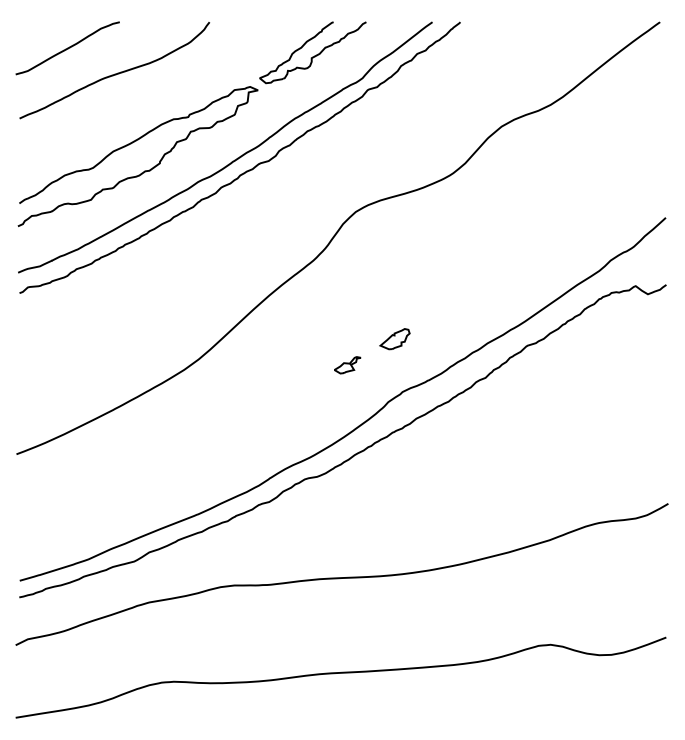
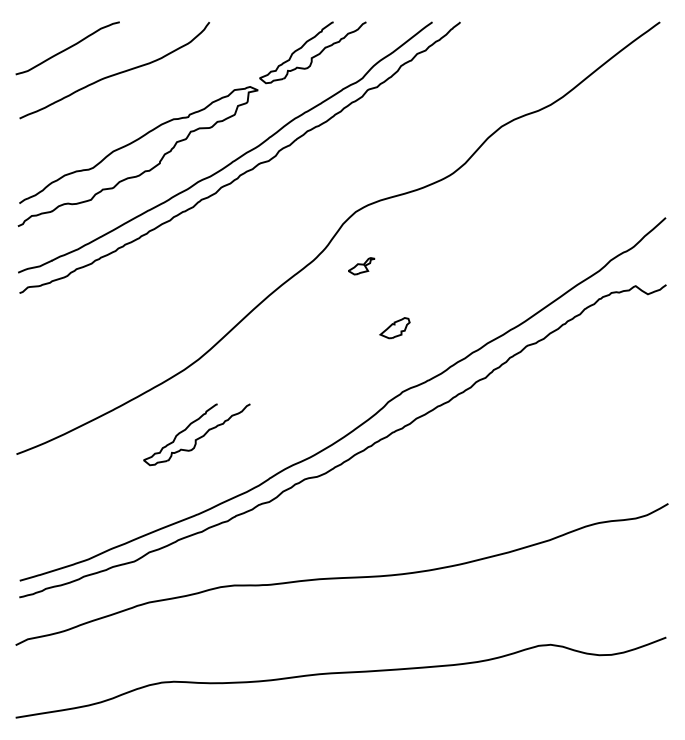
part at (394, 339) position: (394, 339) -> (394, 328)
part at (347, 365) position: (347, 365) -> (361, 266)
part at (196, 434): none -> present
